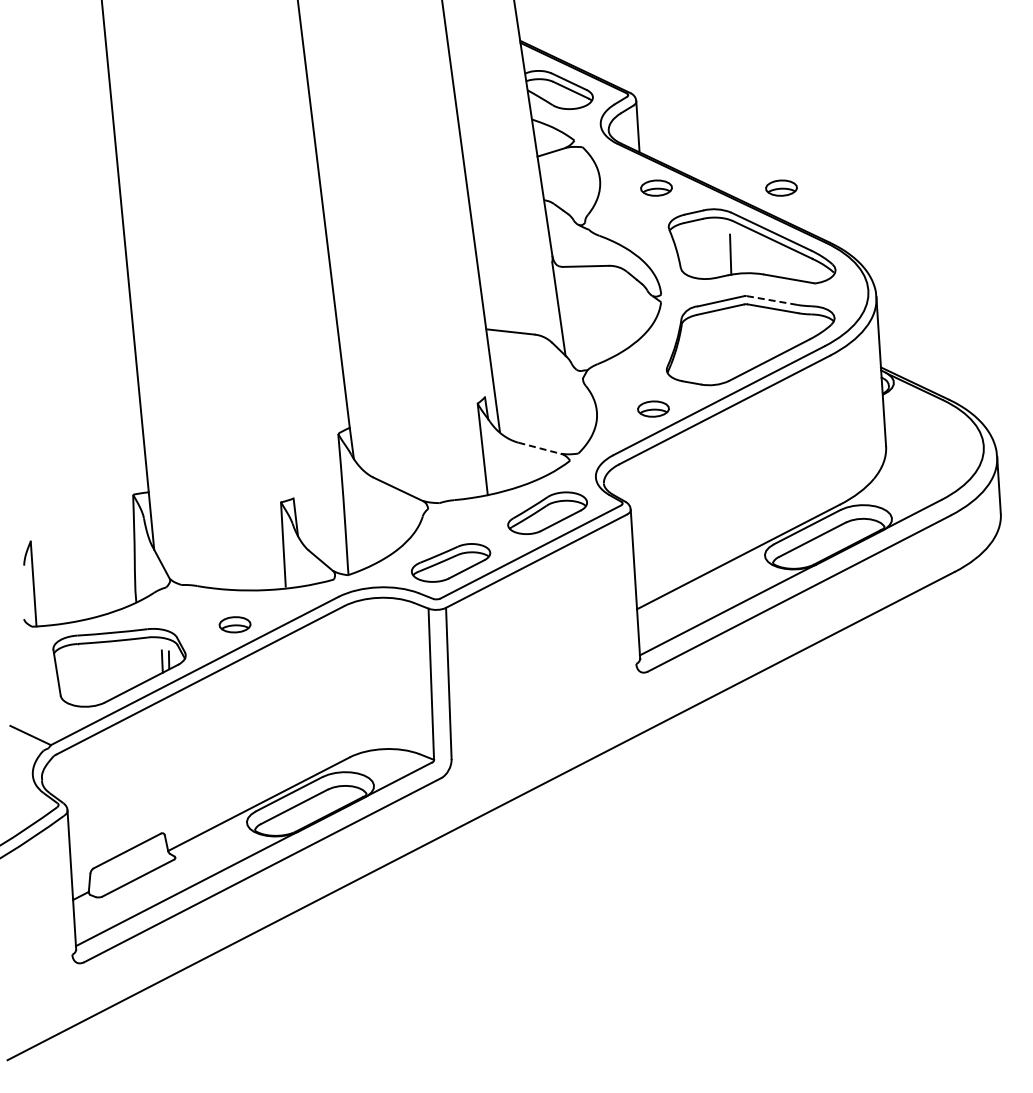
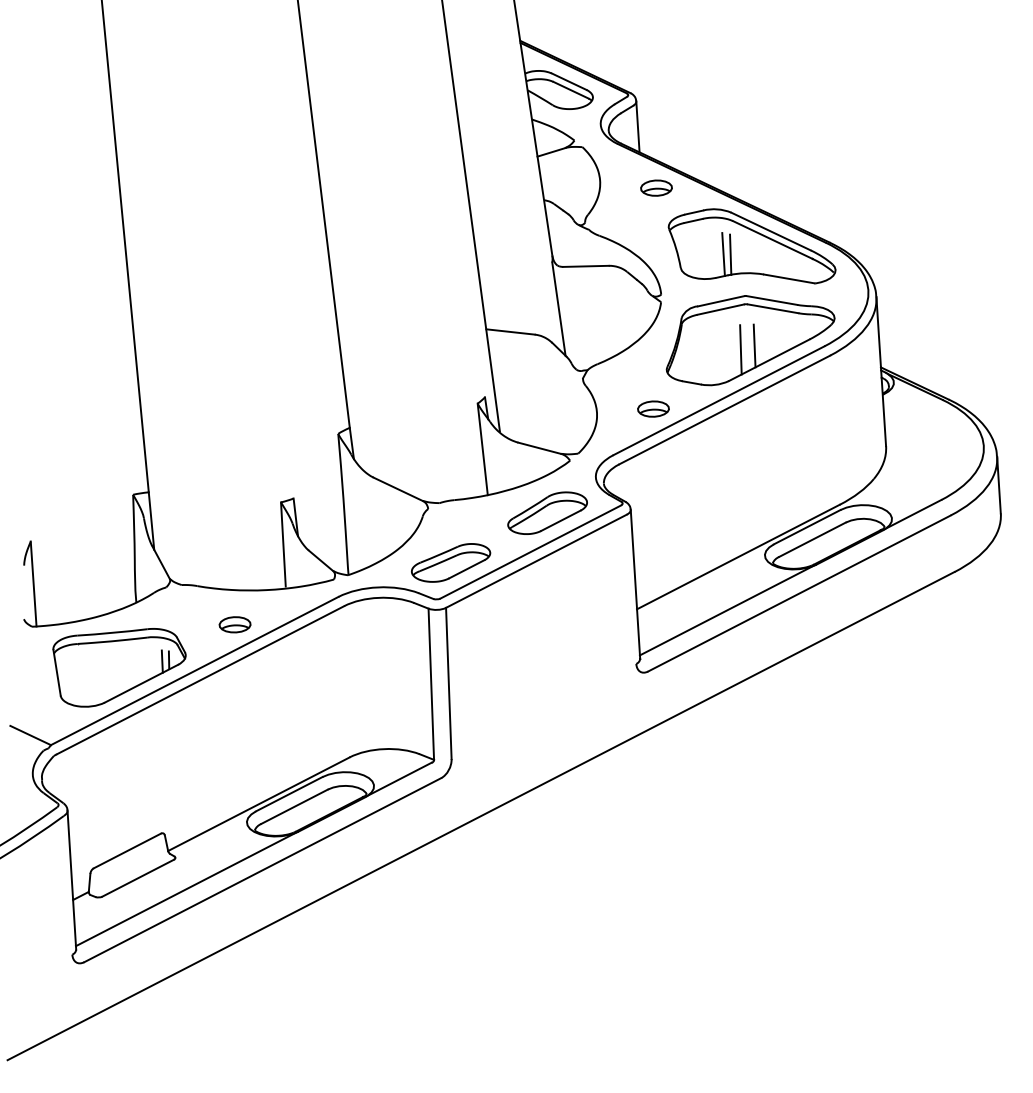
part at (781, 187): present -> none
line at (723, 254): none -> present
line at (771, 300): dashed -> solid
line at (754, 345): none -> present
line at (740, 349): none -> present
line at (539, 448): dashed -> solid
